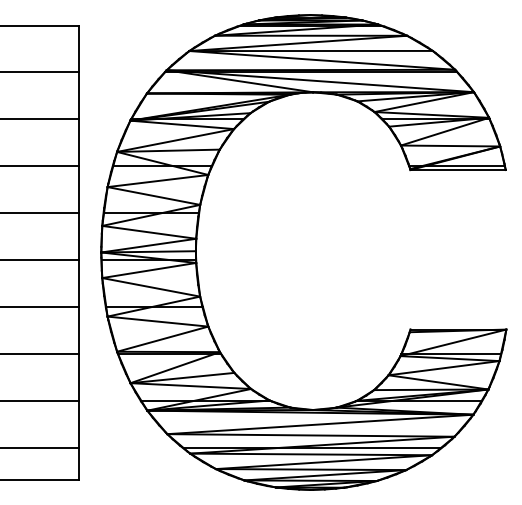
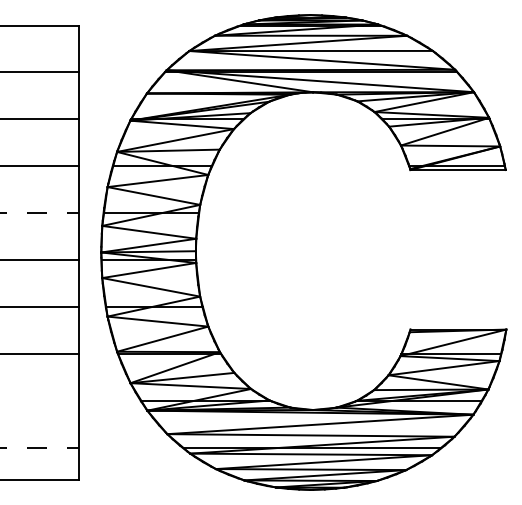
line at (40, 213): solid -> dashed
line at (40, 401): present -> none
line at (40, 447): solid -> dashed
